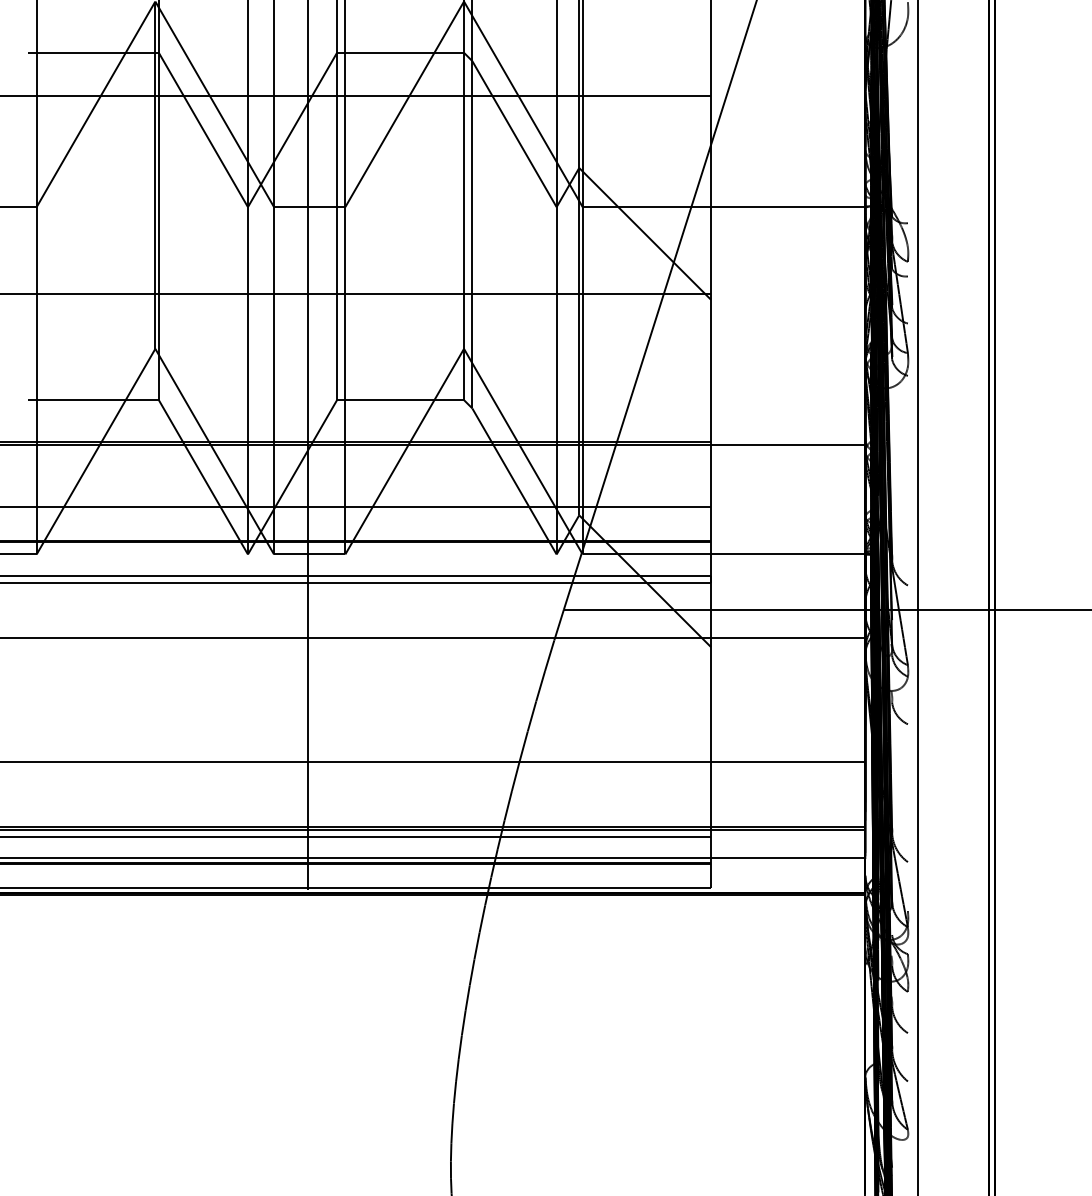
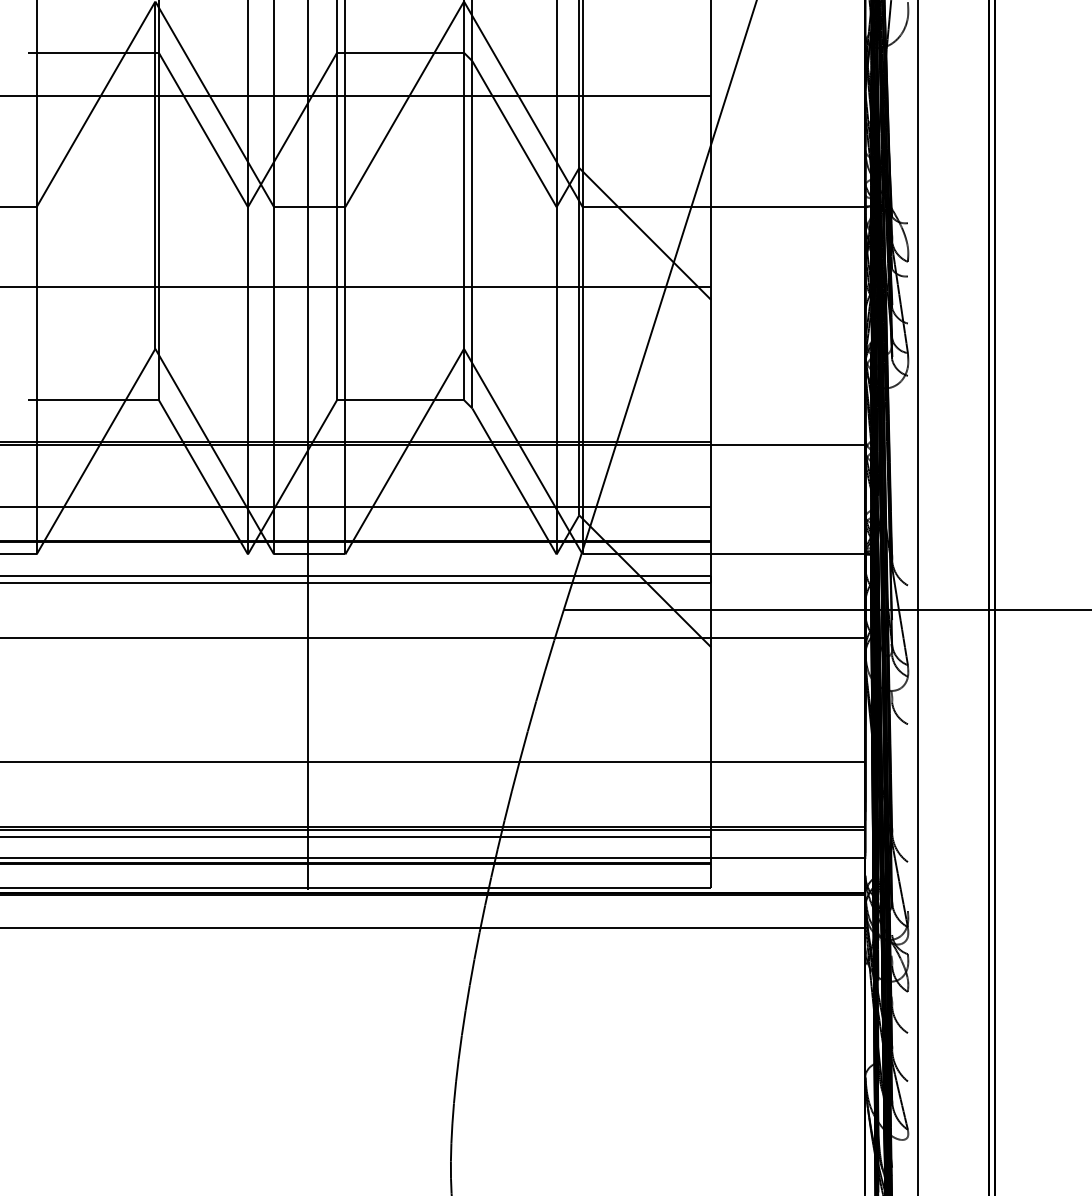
line at (356, 293) position: (356, 293) -> (356, 286)
line at (433, 927): none -> present
